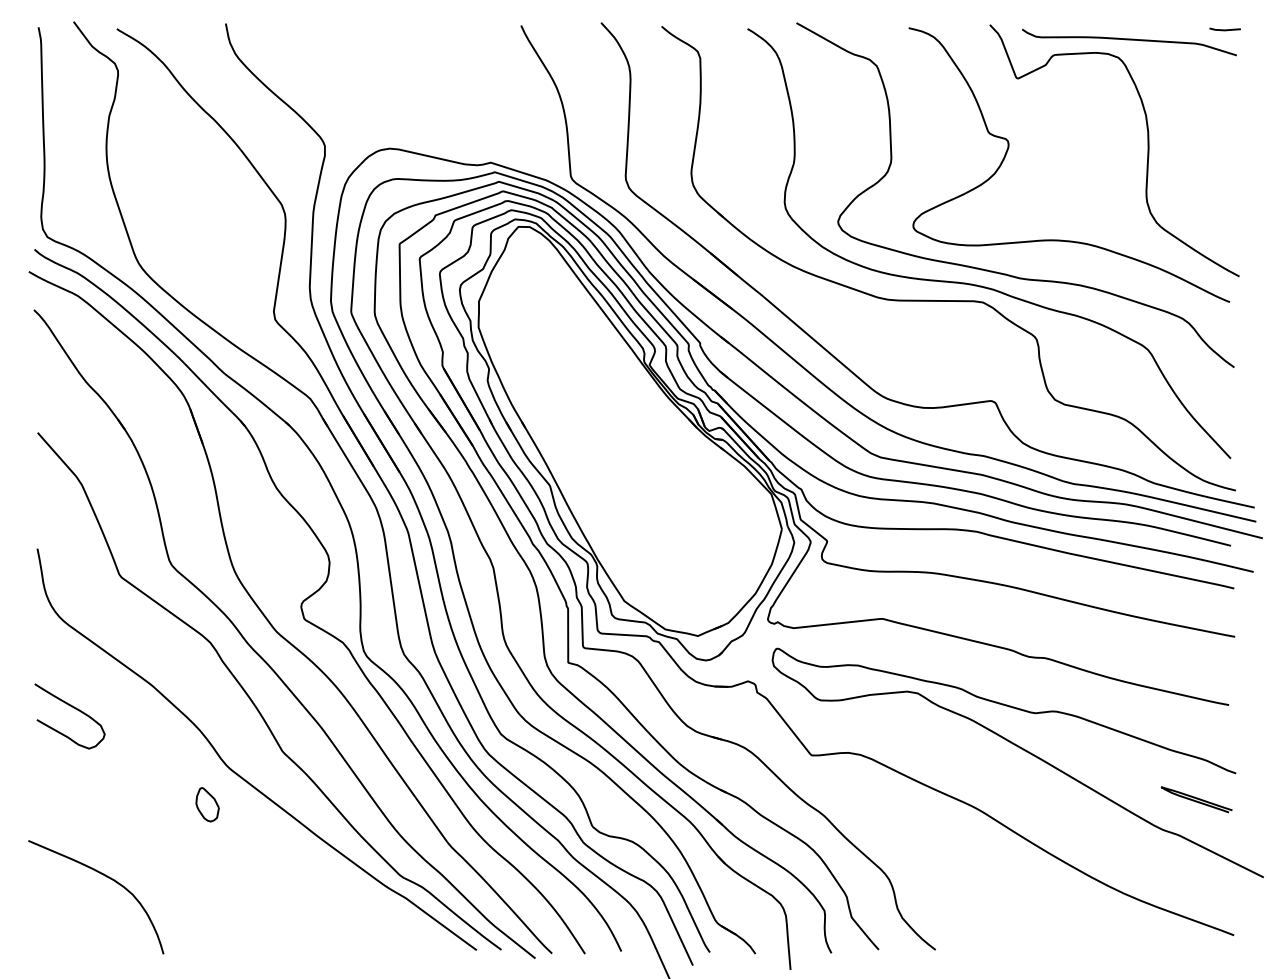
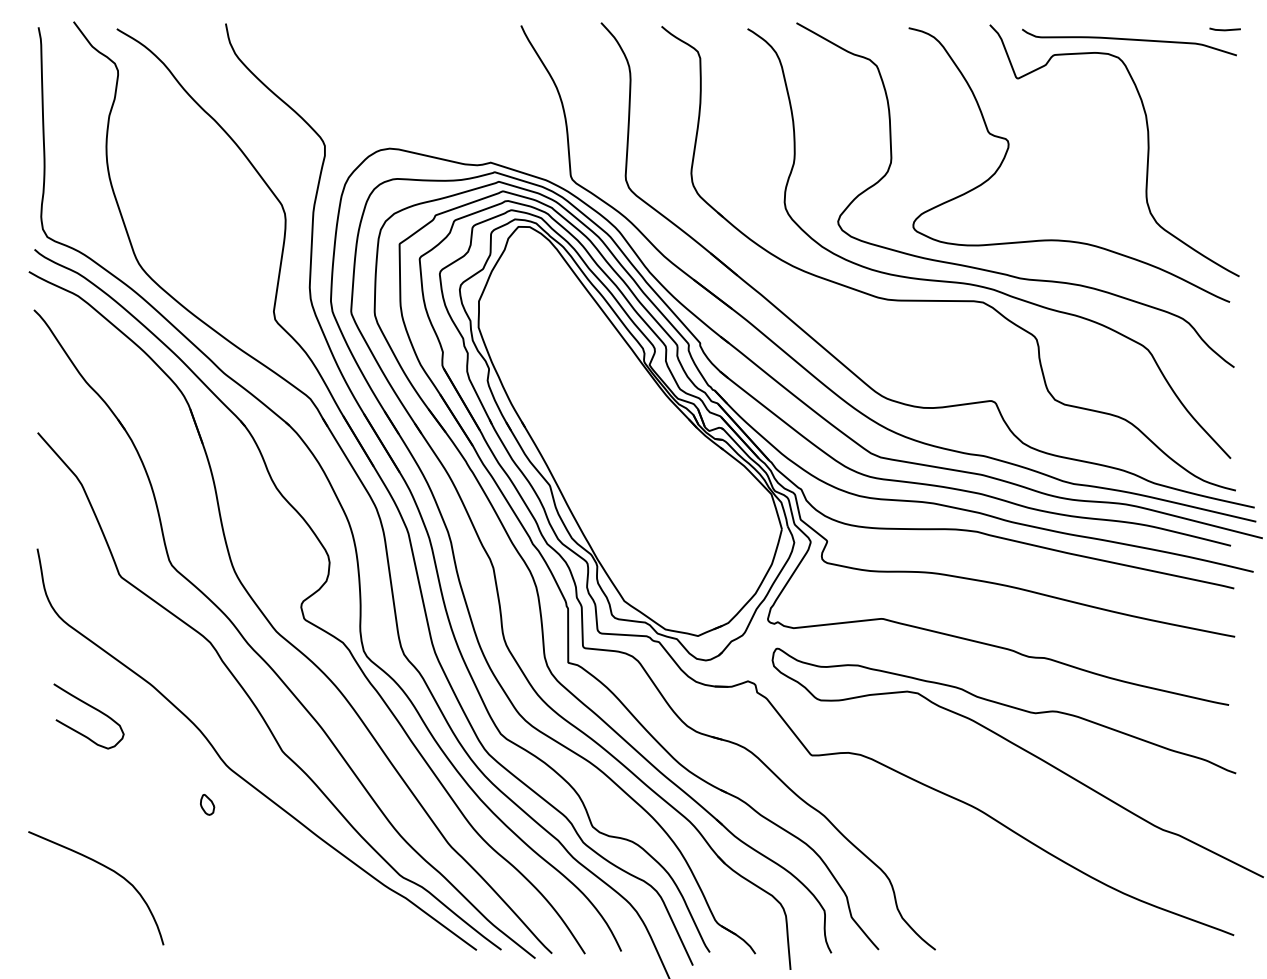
curve at (73, 708) position: (73, 708) -> (92, 708)
curve at (1196, 799): present -> none
part at (207, 804) size: 25x36 px -> 16x22 px
curve at (106, 877) position: (106, 877) -> (106, 868)
